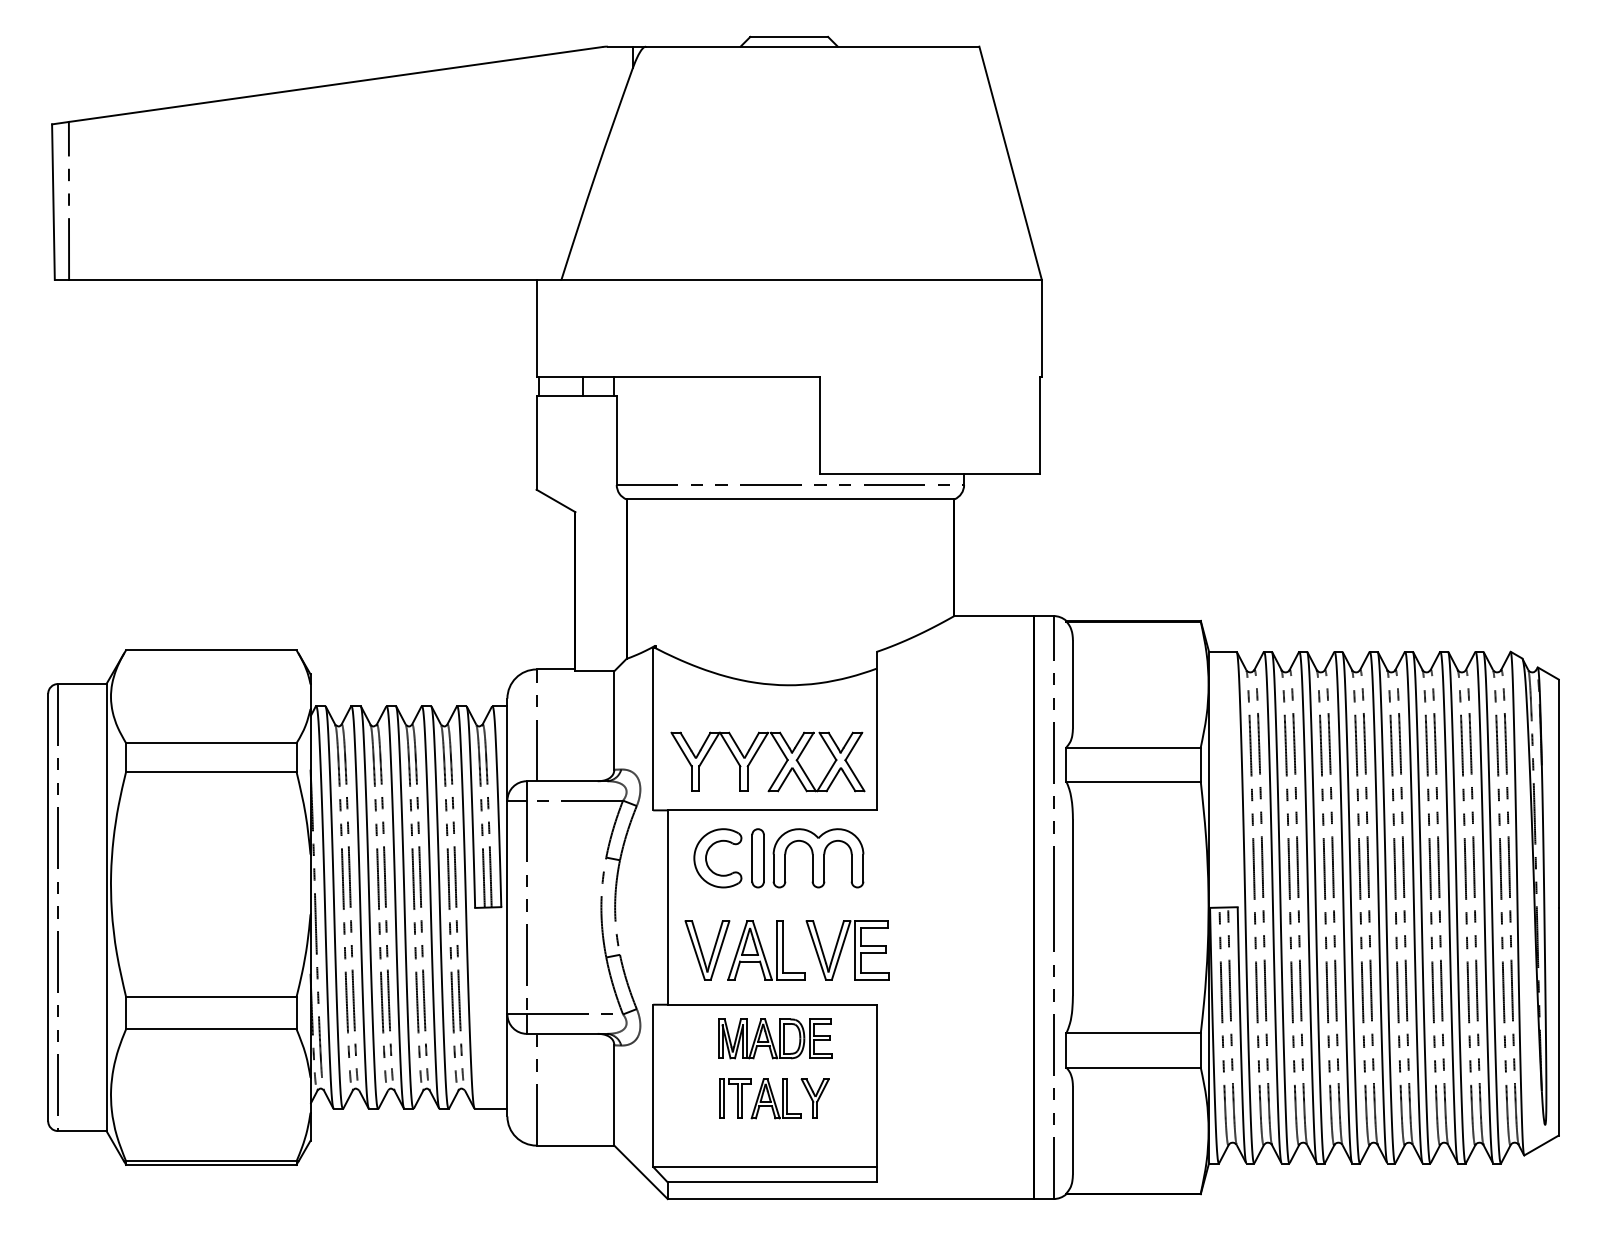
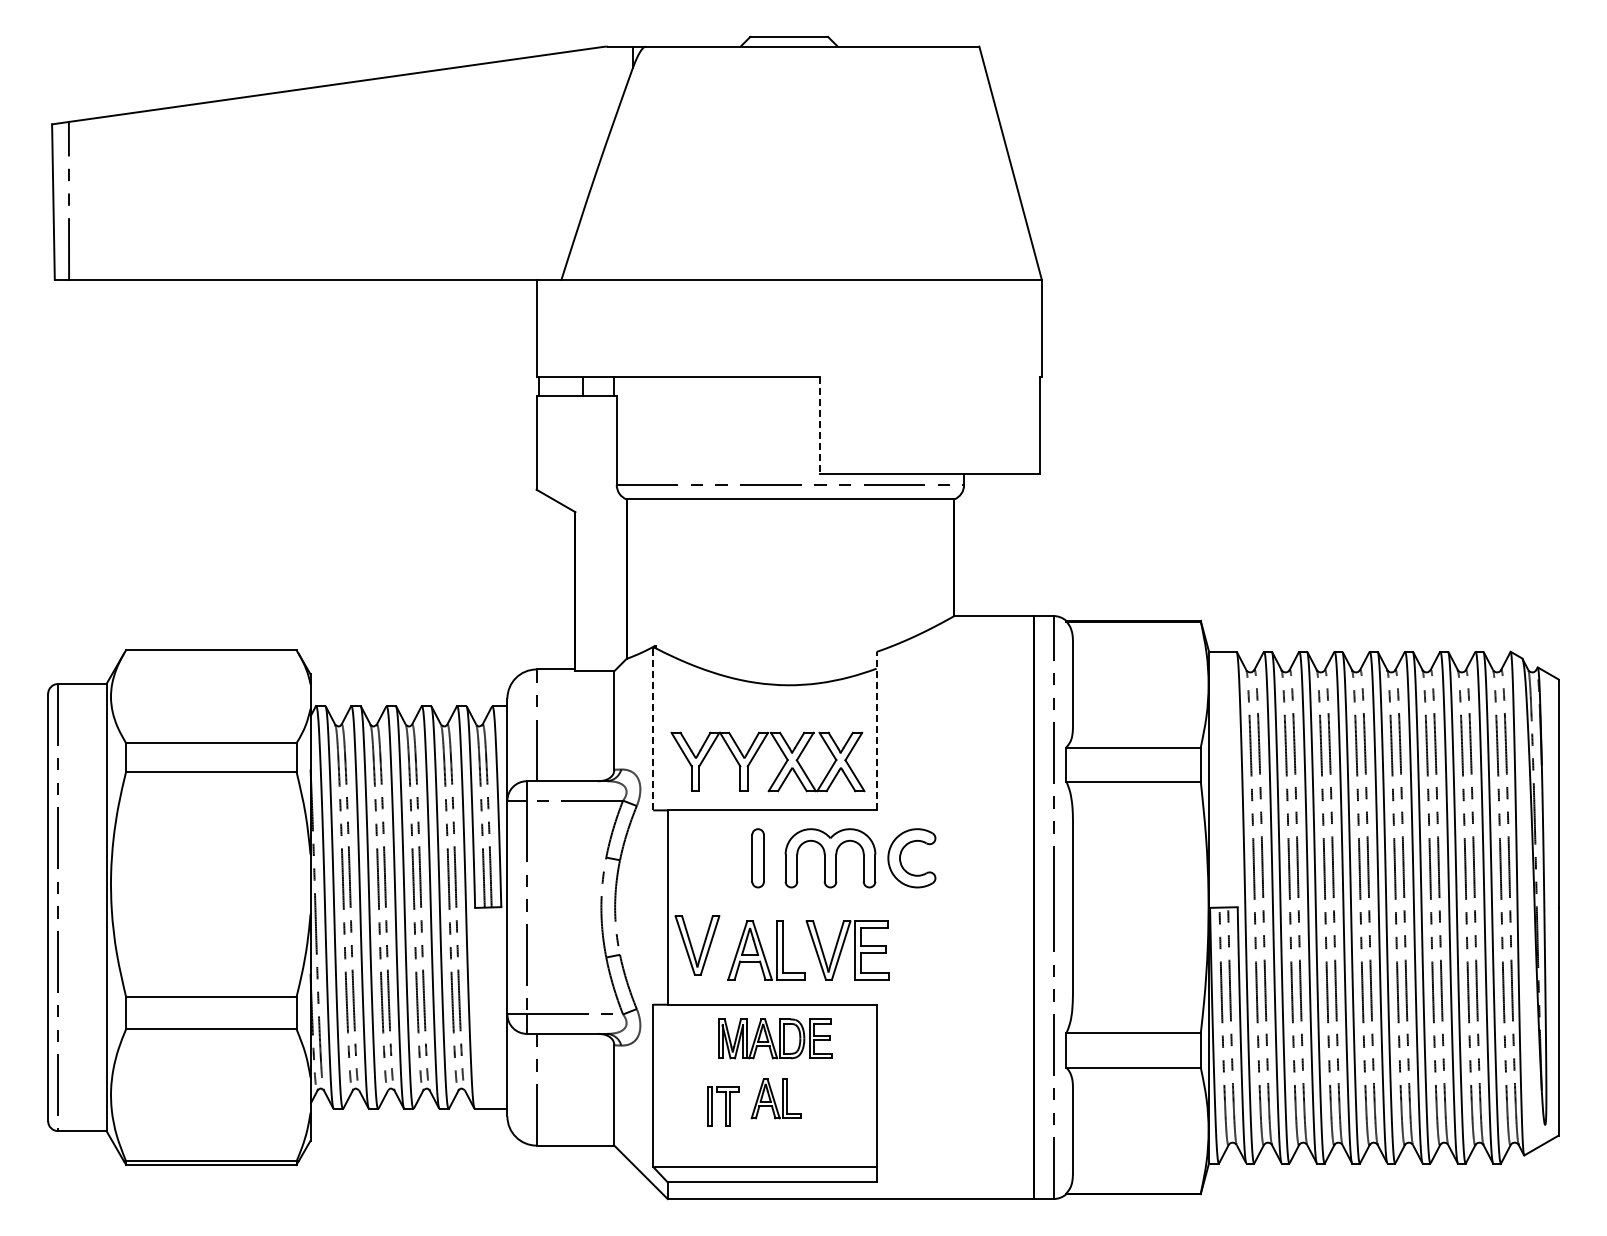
line at (820, 425): solid -> dashed
line at (653, 728): solid -> dashed
line at (876, 730): solid -> dashed
part at (707, 855) position: (707, 855) -> (901, 855)
part at (818, 858) position: (818, 858) -> (830, 858)
part at (707, 950) position: (707, 950) -> (697, 945)
part at (735, 1098) position: (735, 1098) -> (723, 1106)
part at (814, 1098): present -> none
